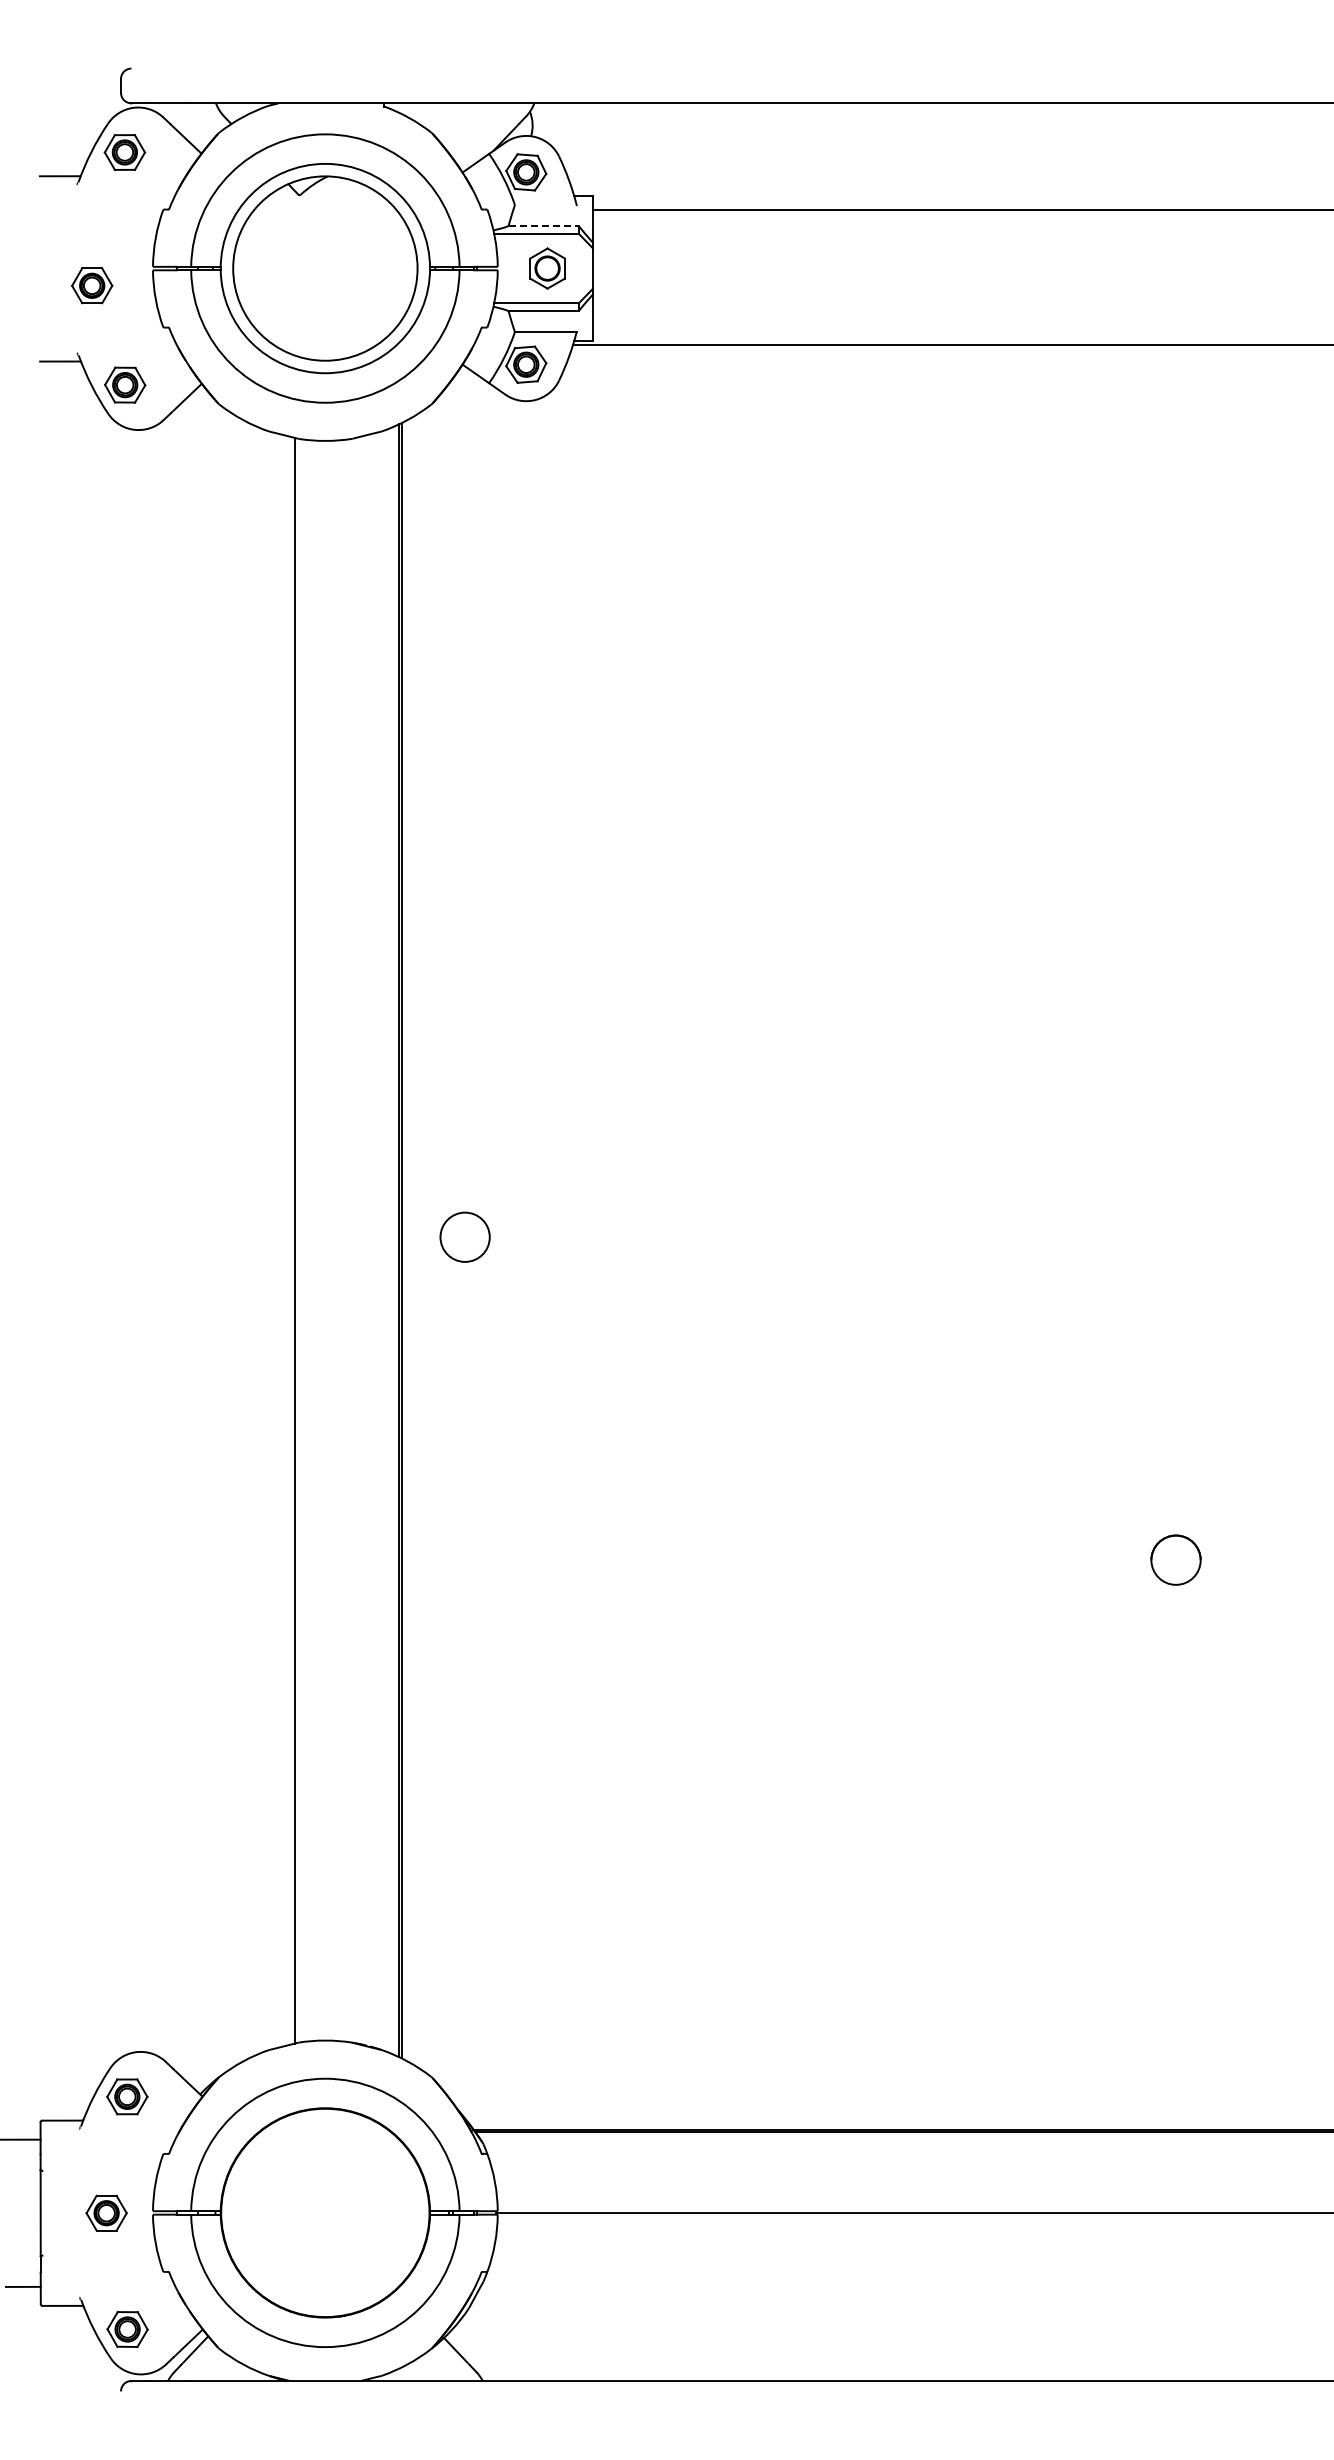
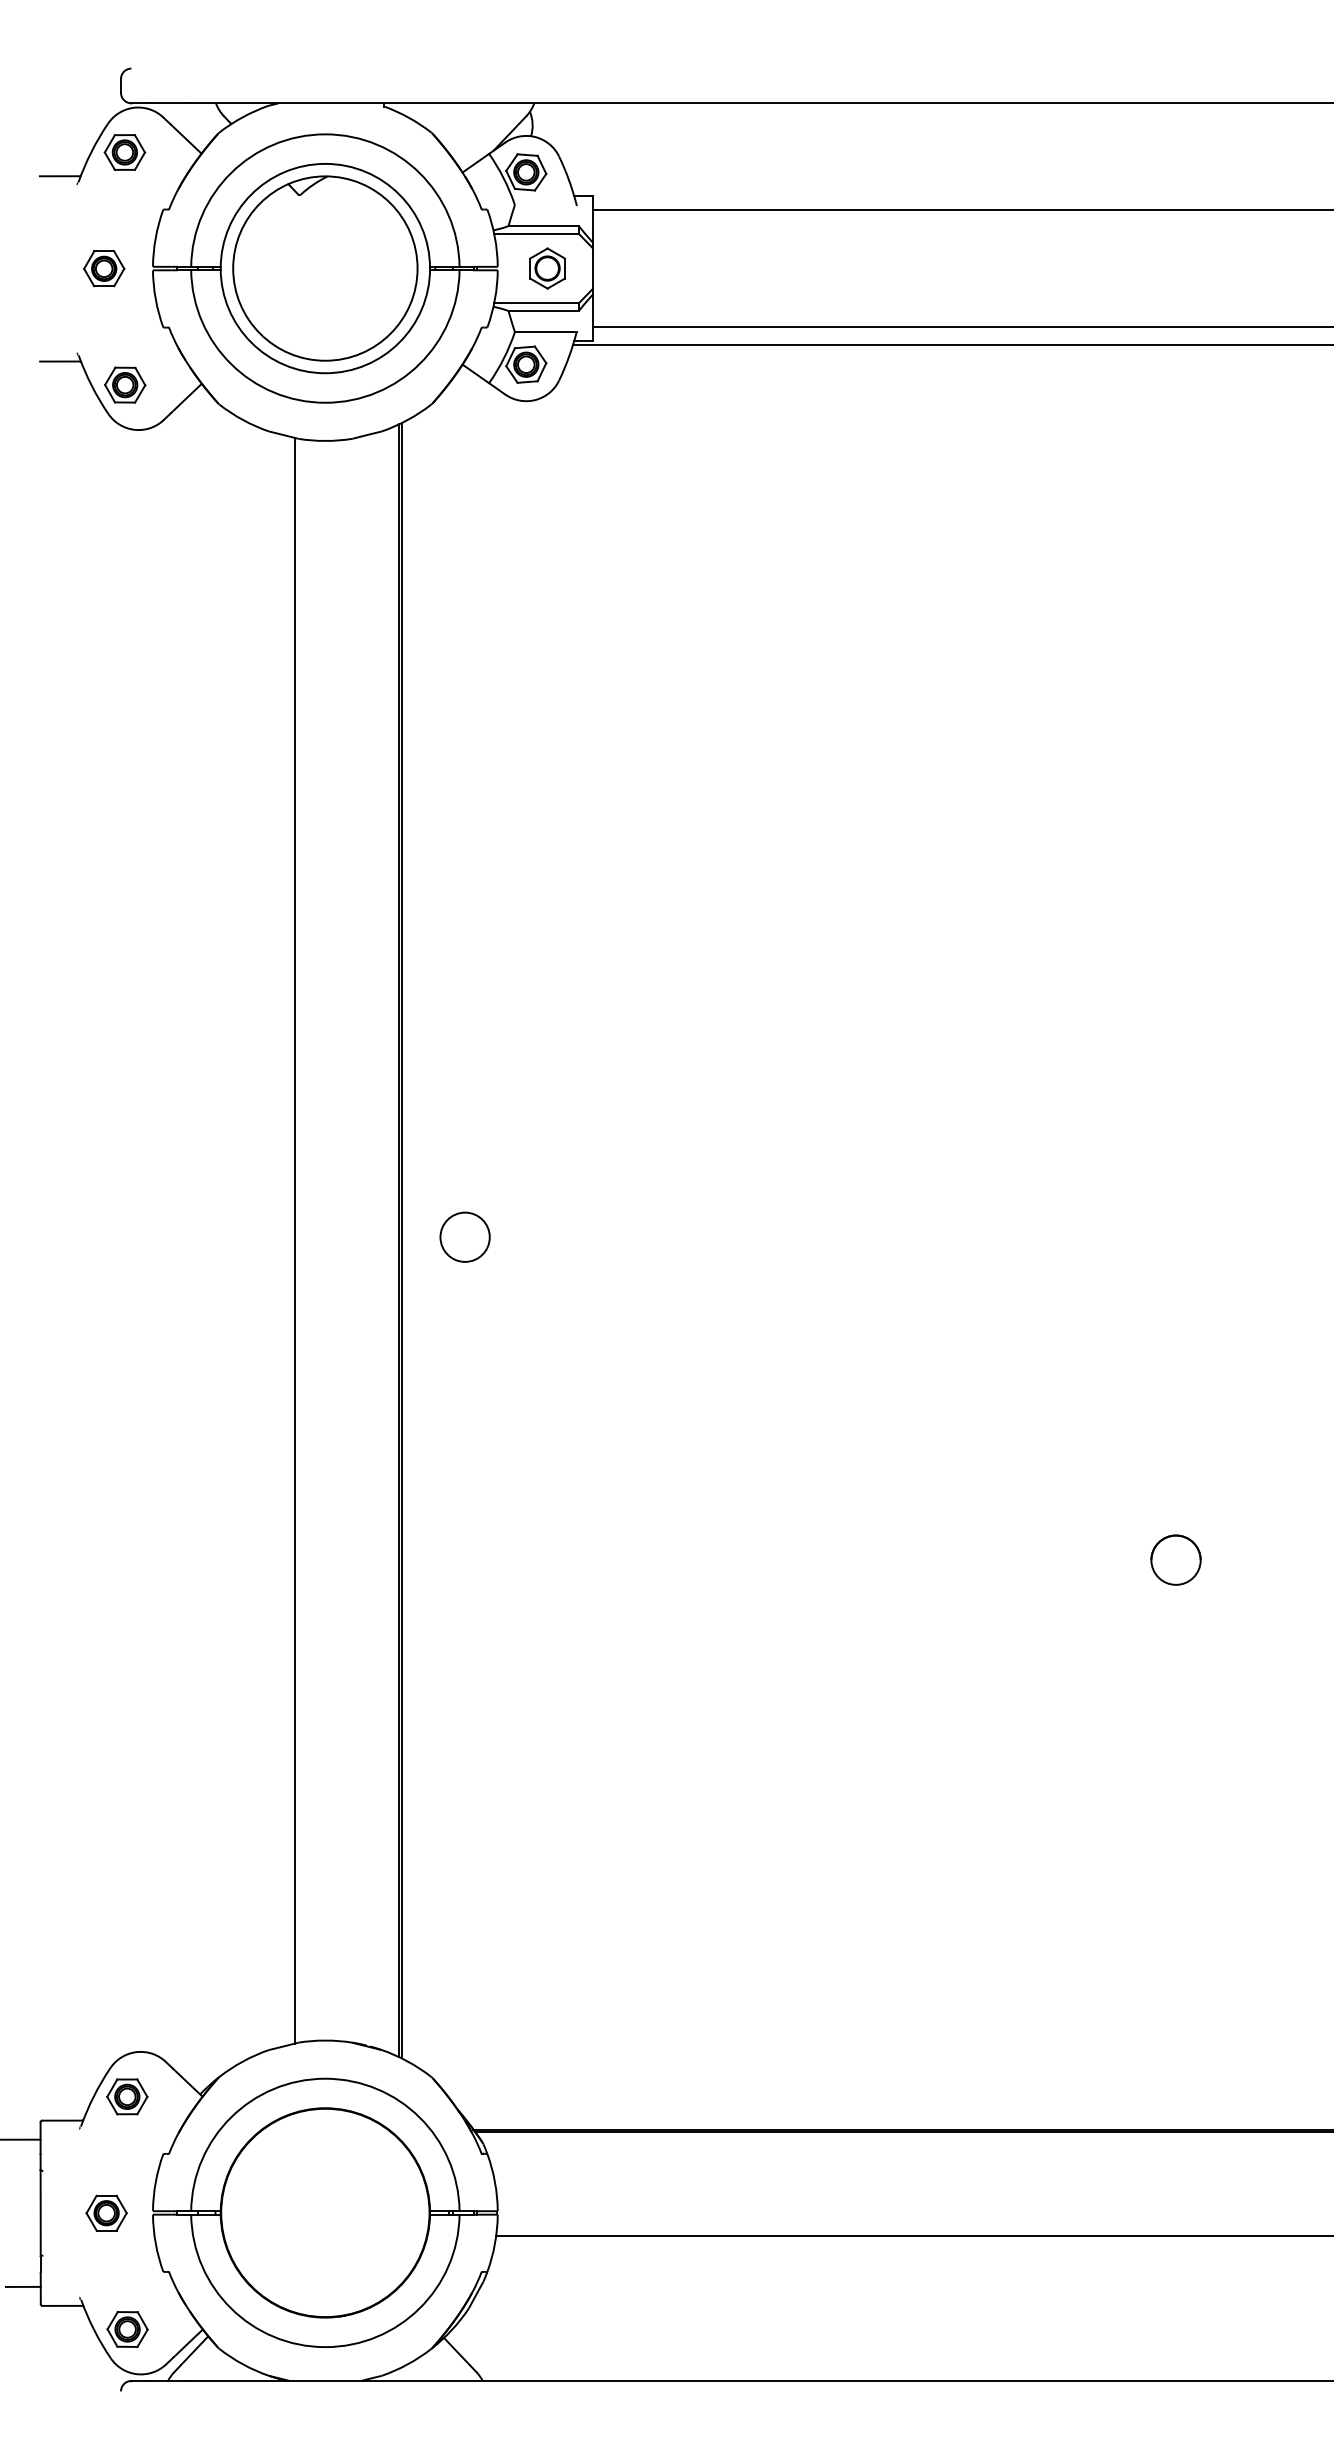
line at (544, 226): dashed -> solid
part at (92, 285) position: (92, 285) -> (104, 268)
line at (961, 327): none -> present
line at (913, 2213) position: (913, 2213) -> (913, 2236)
